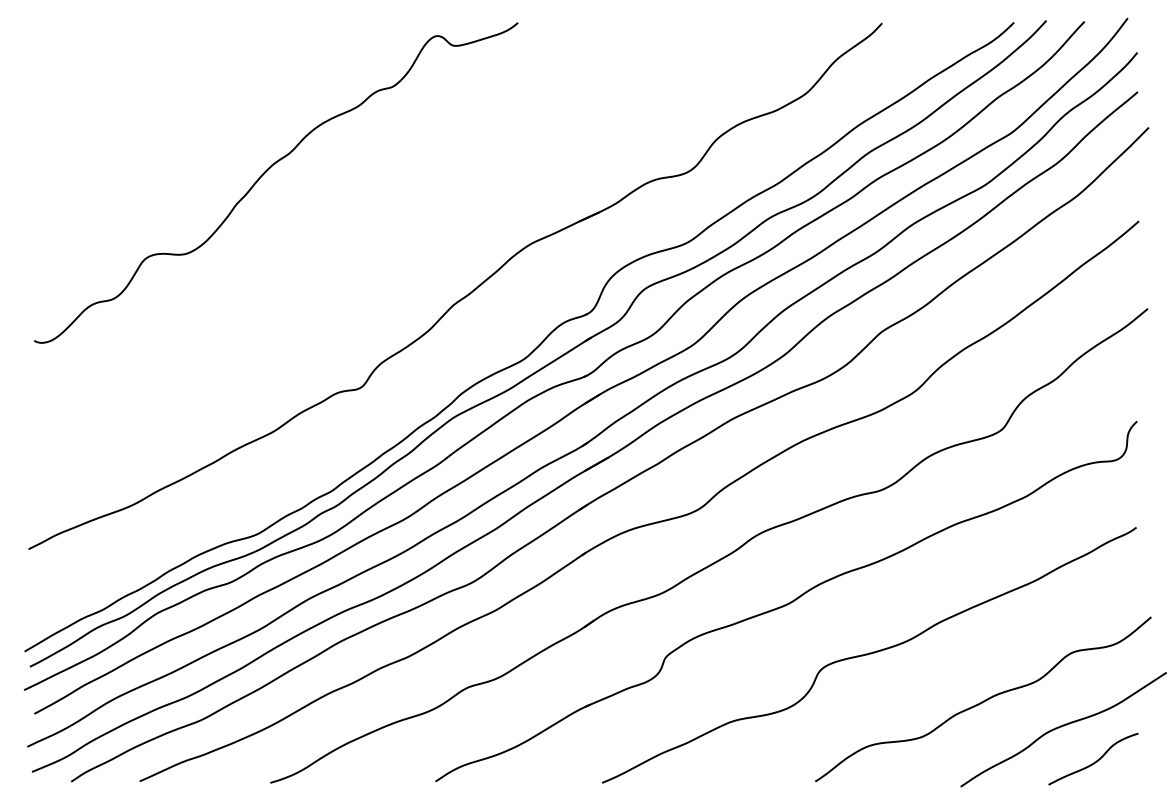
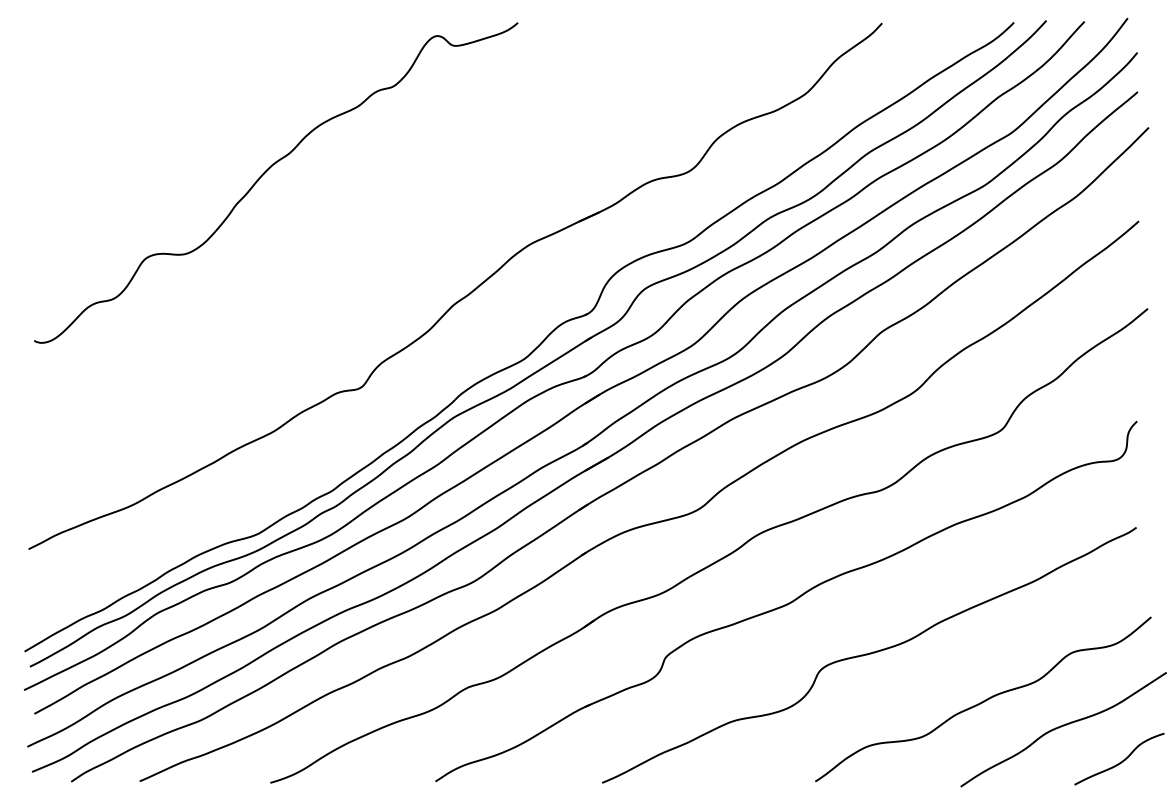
curve at (1094, 761) position: (1094, 761) -> (1120, 761)
